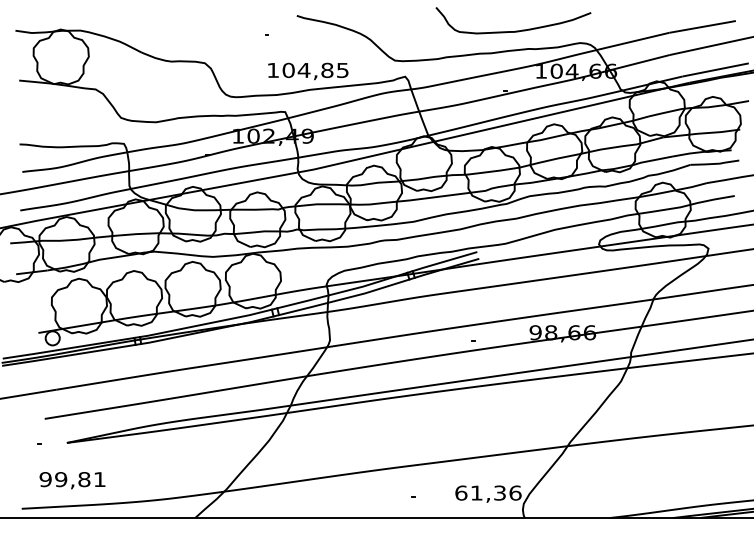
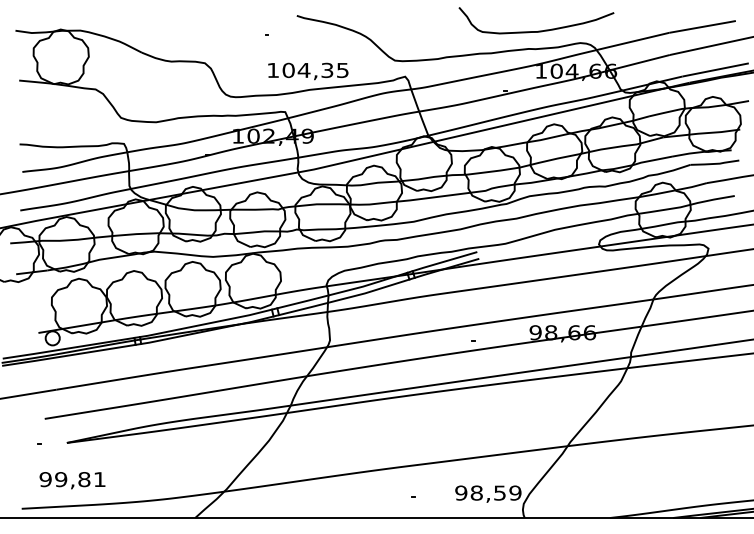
curve at (515, 30) position: (515, 30) -> (538, 30)
text at (327, 69): 104,85 -> 104,35
text at (488, 492): 61,36 -> 98,59
